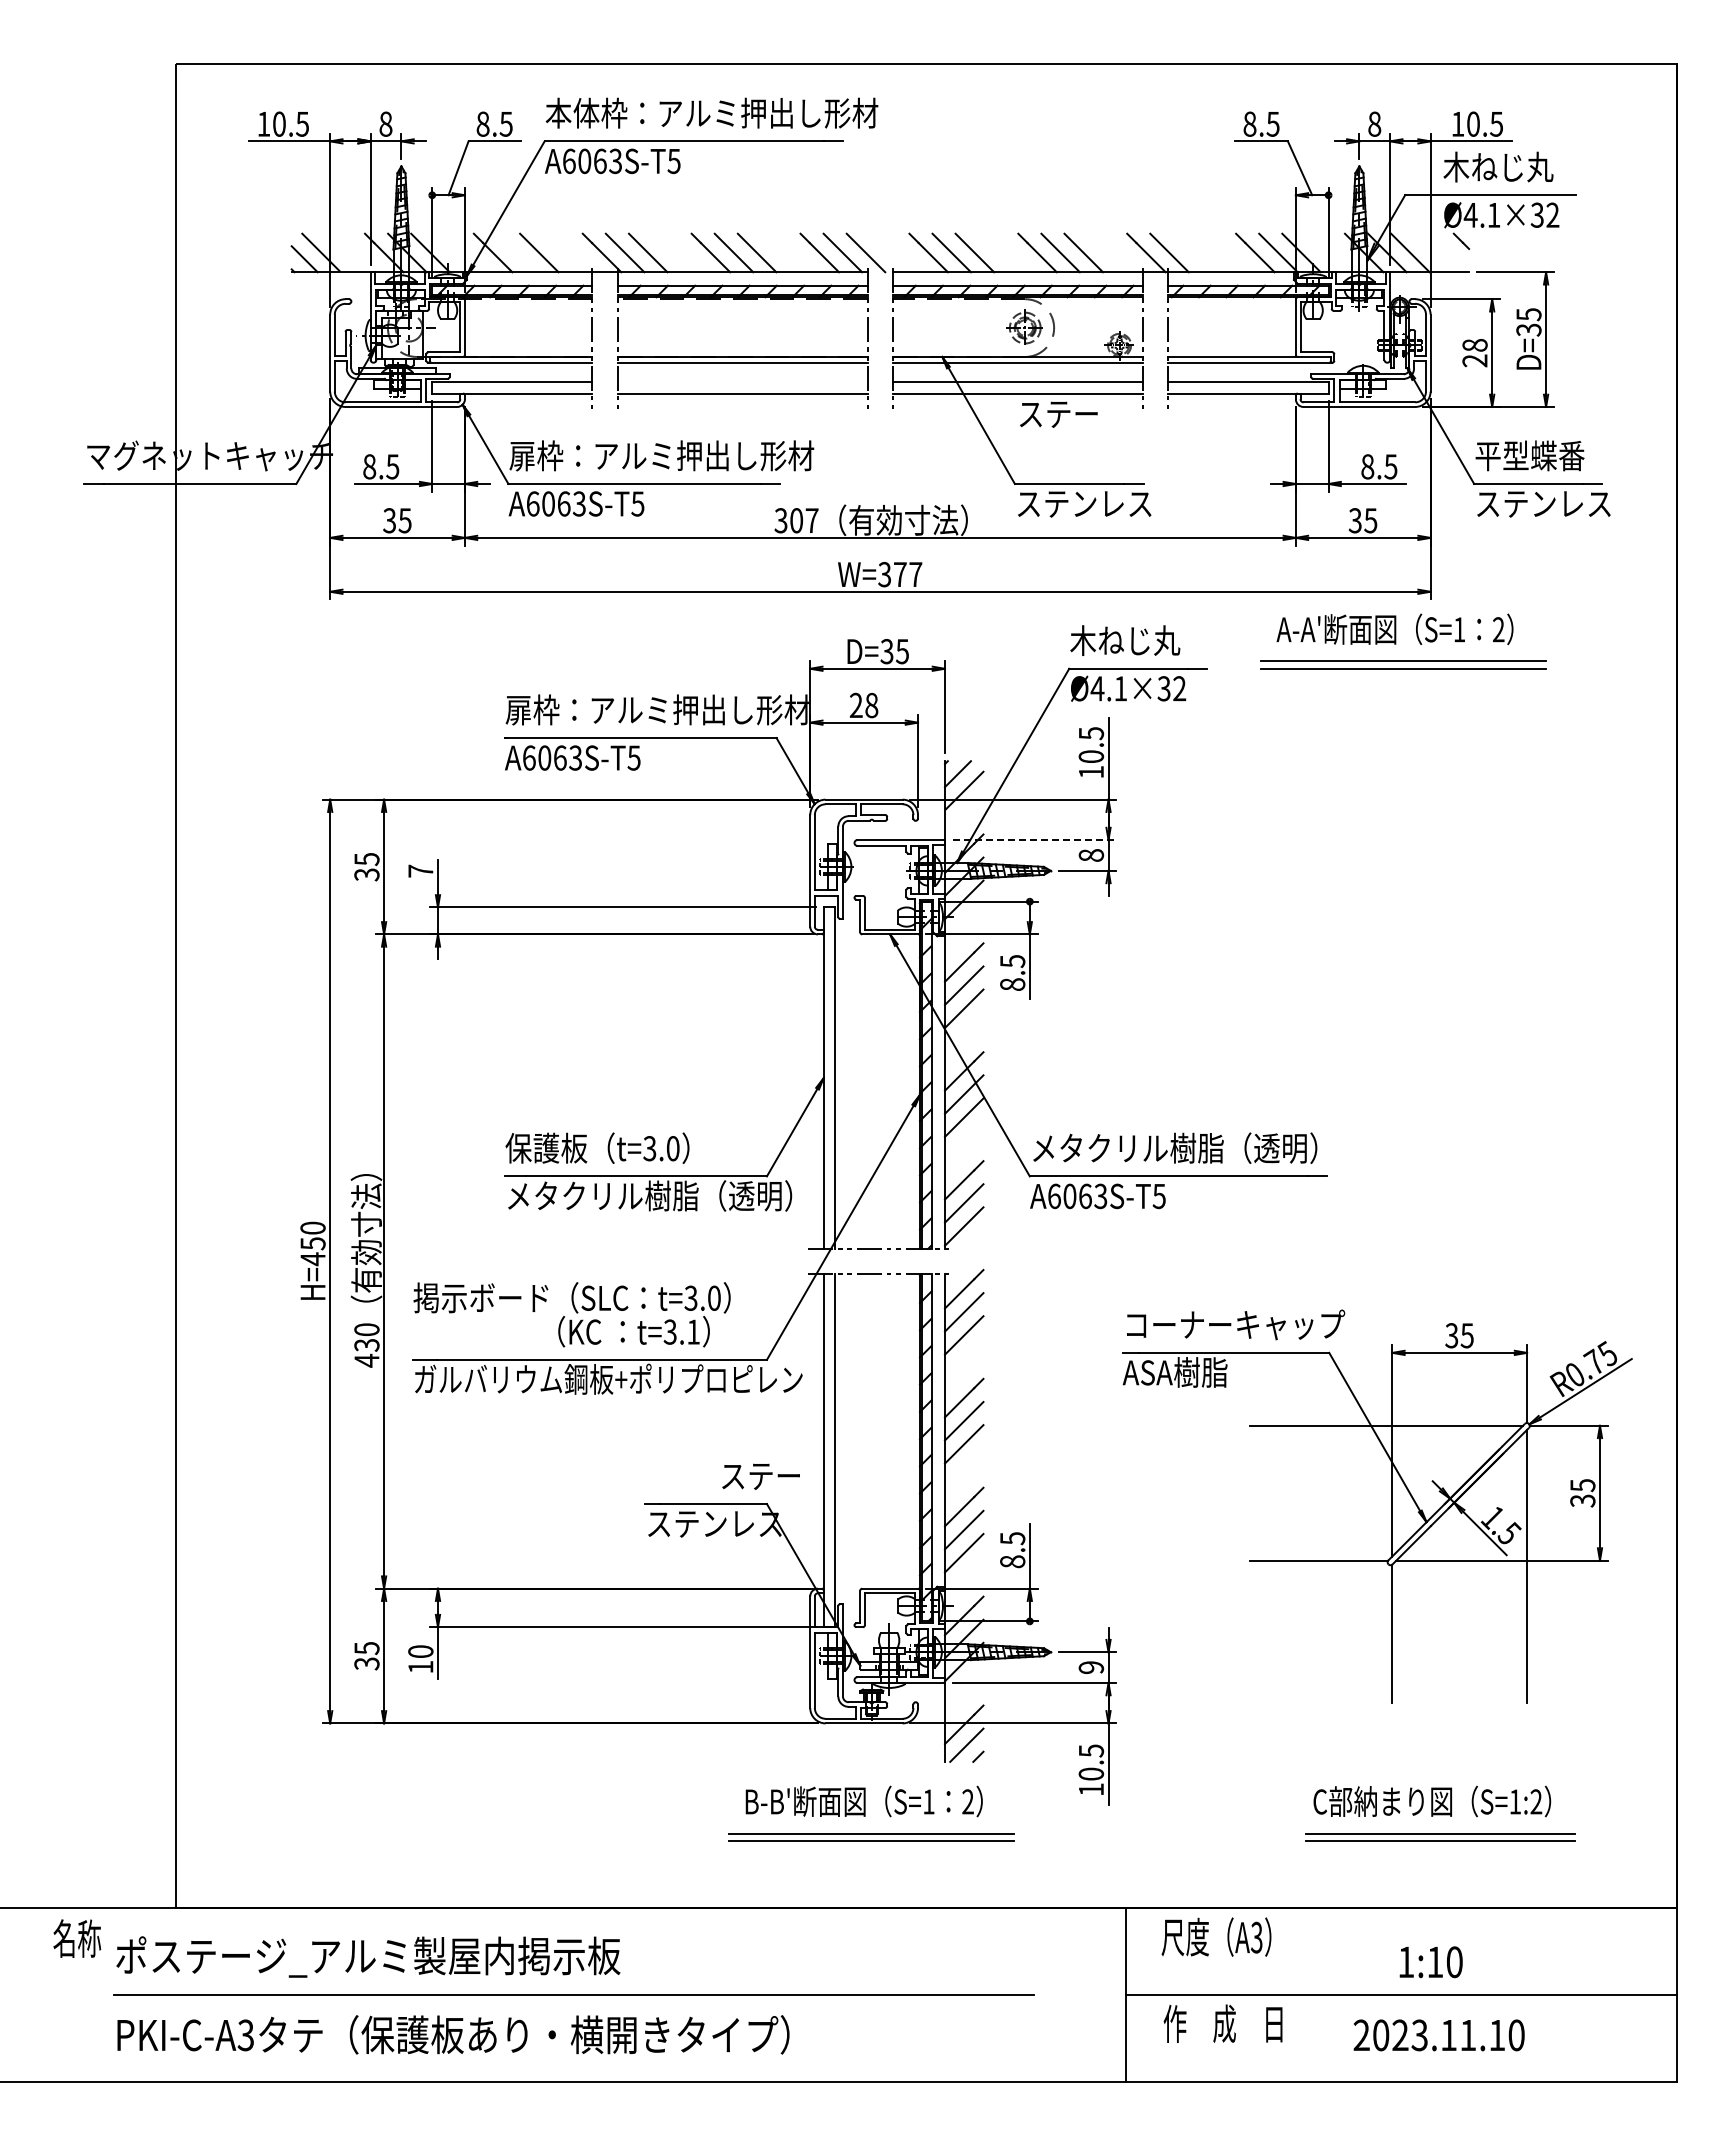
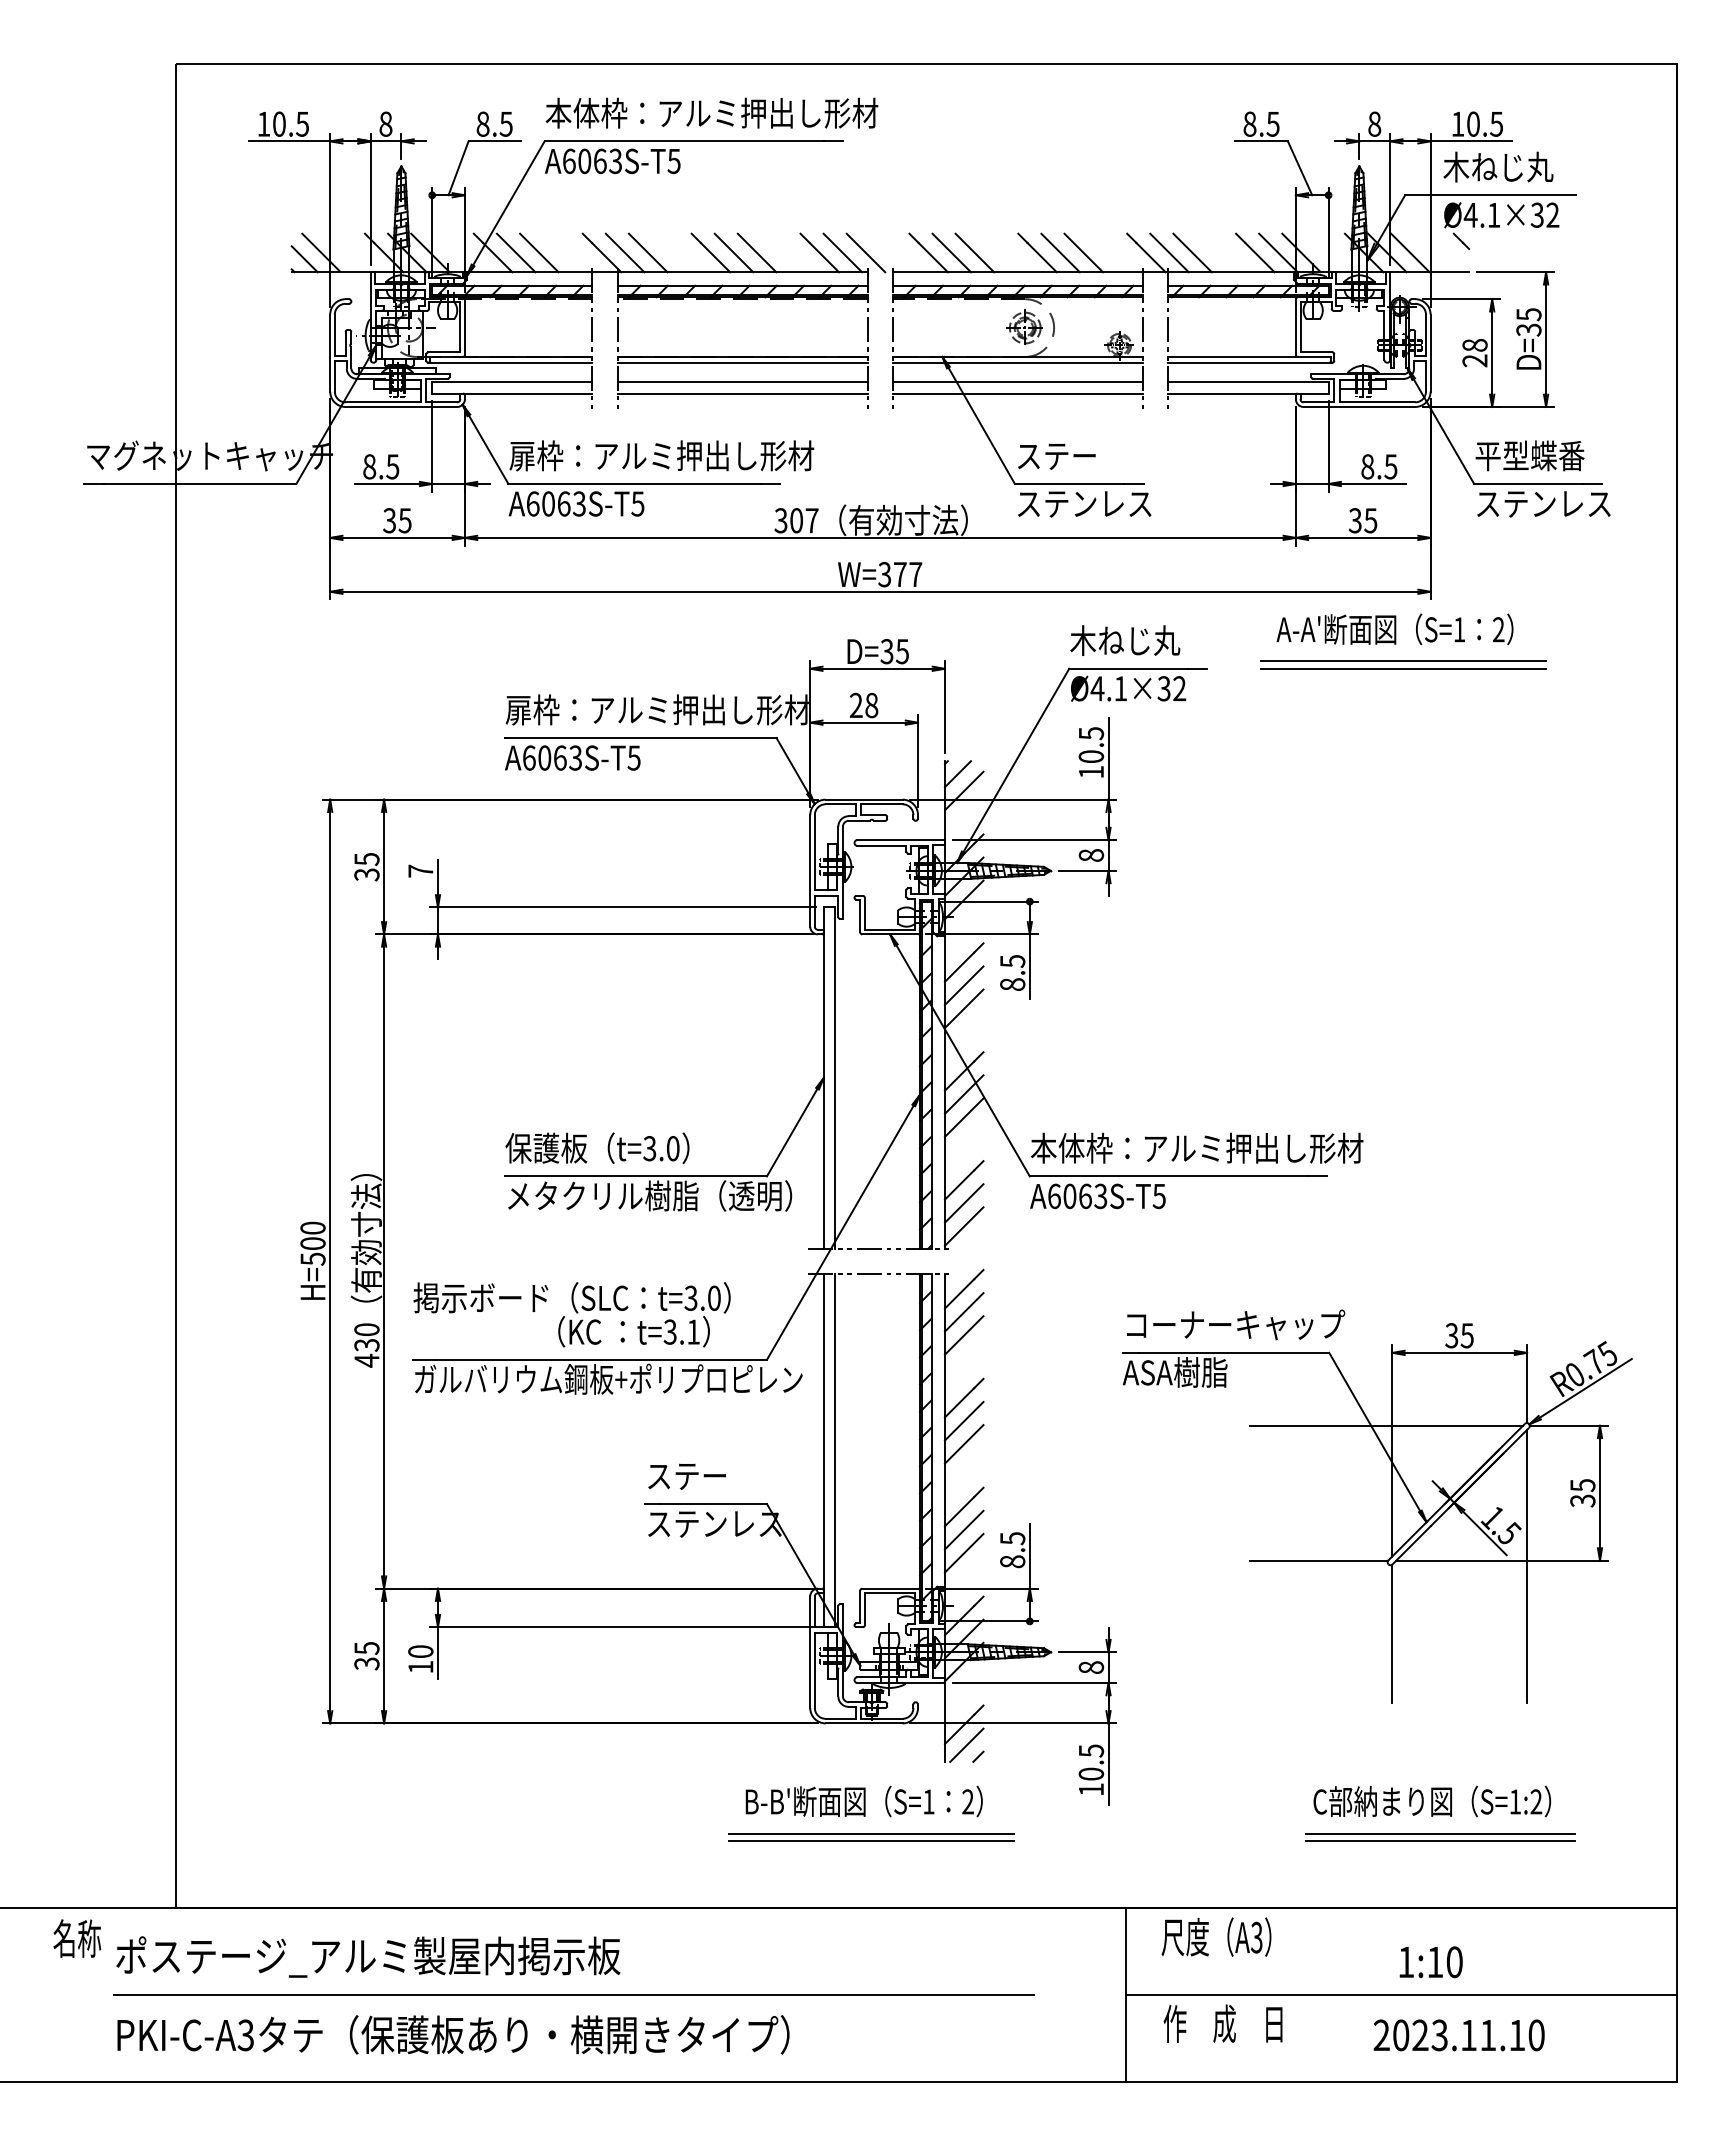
line at (515, 252): none -> present
line at (1192, 252): none -> present
line at (742, 381): none -> present
text at (1058, 414) position: (1058, 414) -> (1056, 456)
line at (1034, 840): dashed -> solid
text at (1197, 1147): メタクリル樹脂（透明） -> 本体枠：アルミ押出し形材
text at (312, 1251): H=450 -> H=500
text at (760, 1476) position: (760, 1476) -> (686, 1476)
text at (1091, 1667): 9 -> 8
text at (1438, 2035) position: (1438, 2035) -> (1458, 2035)
